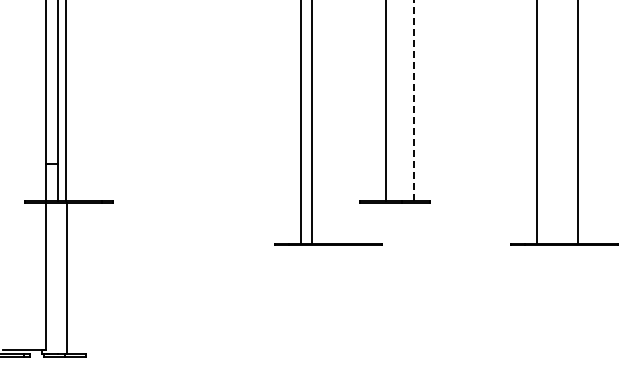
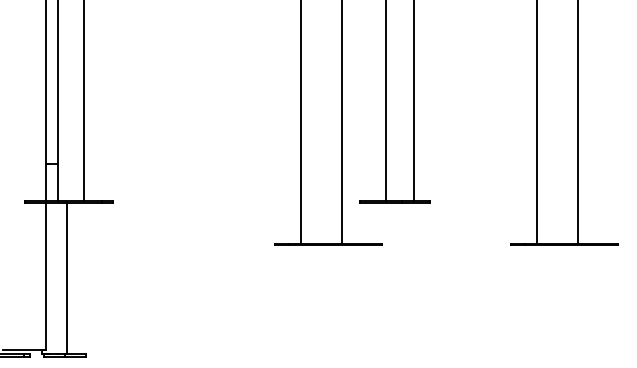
line at (413, 100): dashed -> solid
line at (65, 101) position: (65, 101) -> (83, 101)
line at (311, 123) position: (311, 123) -> (341, 123)
